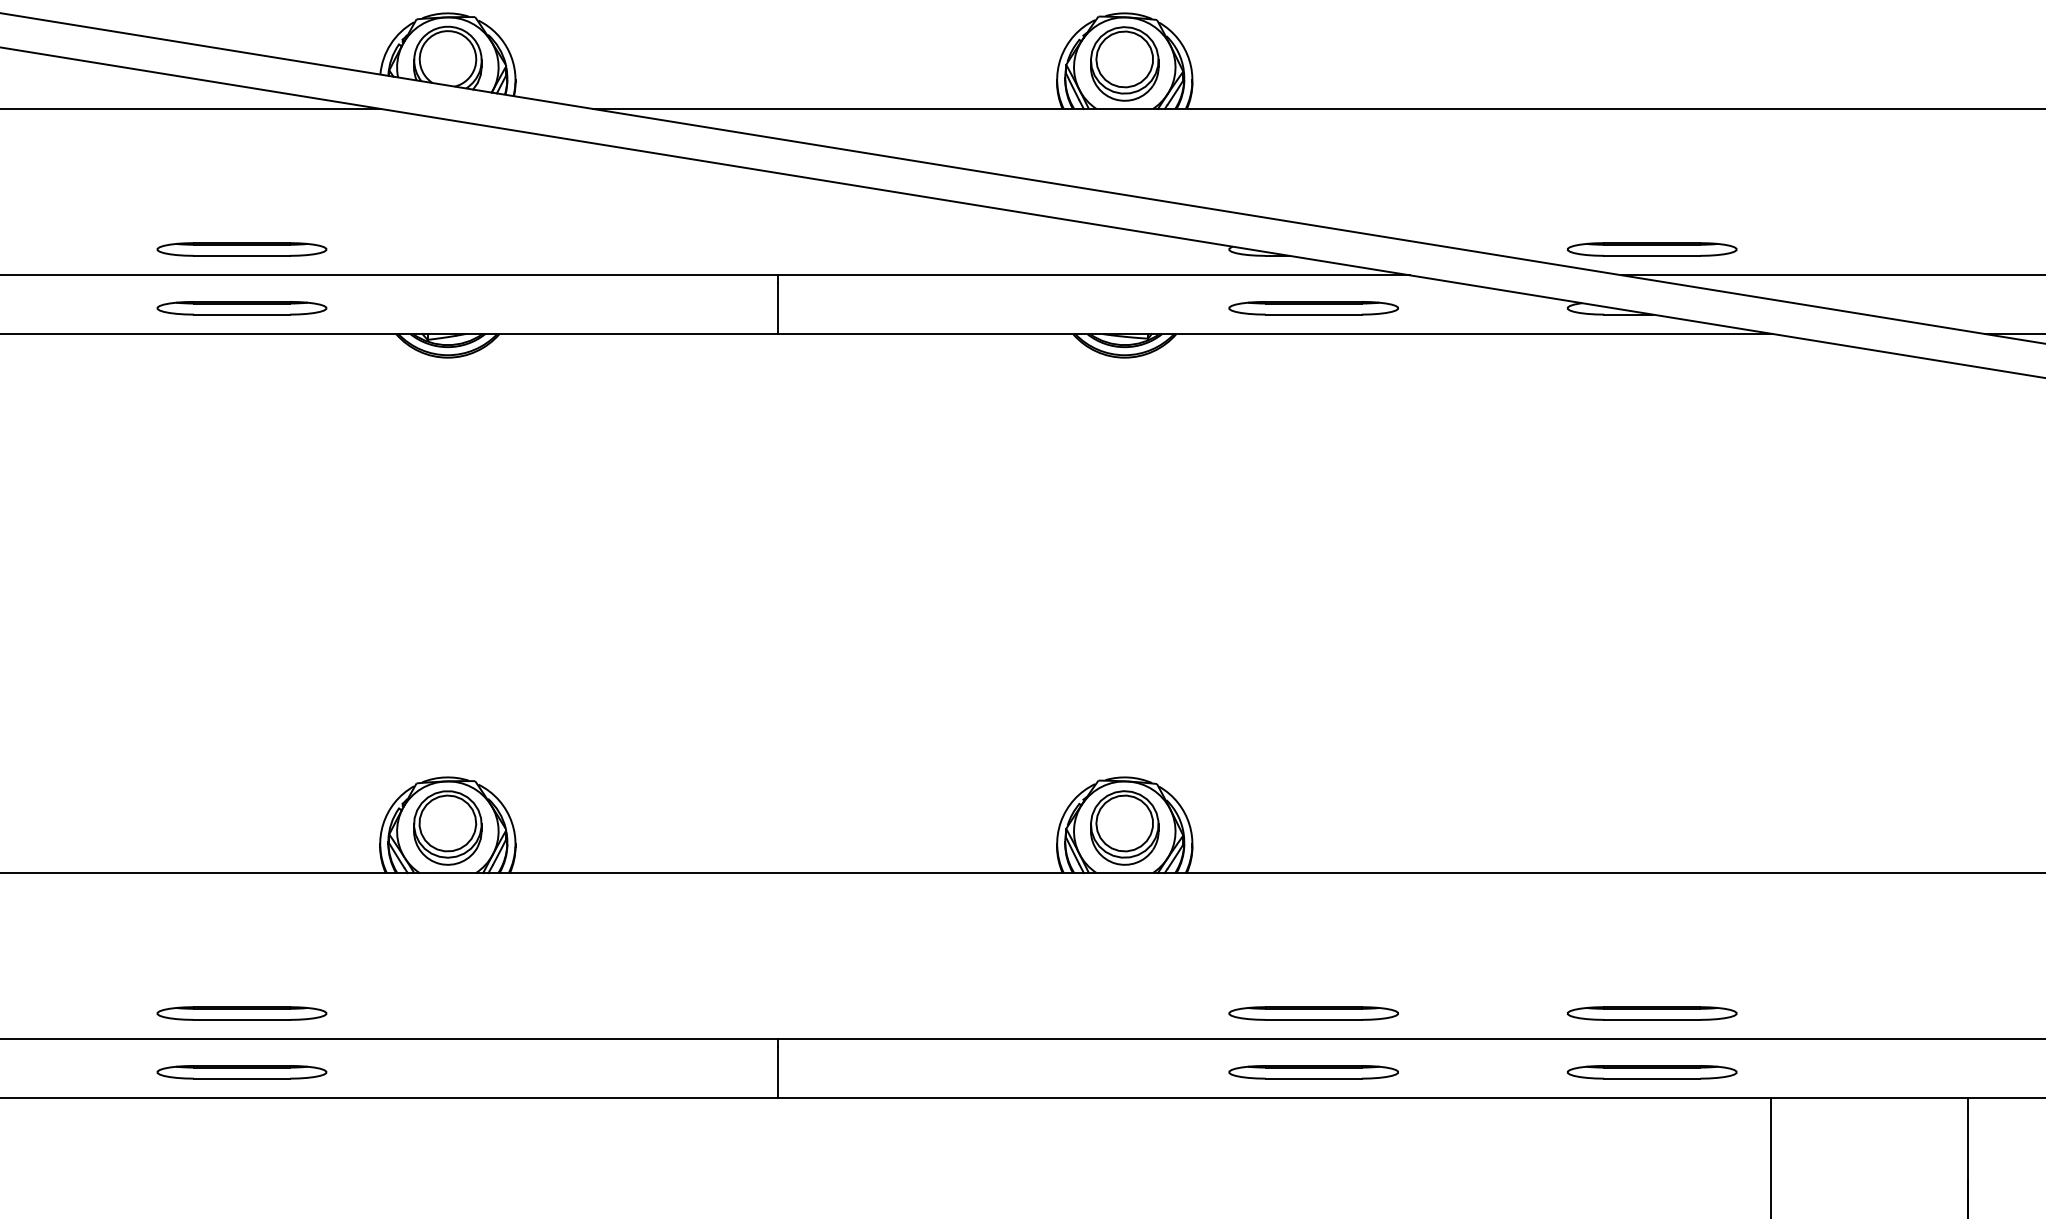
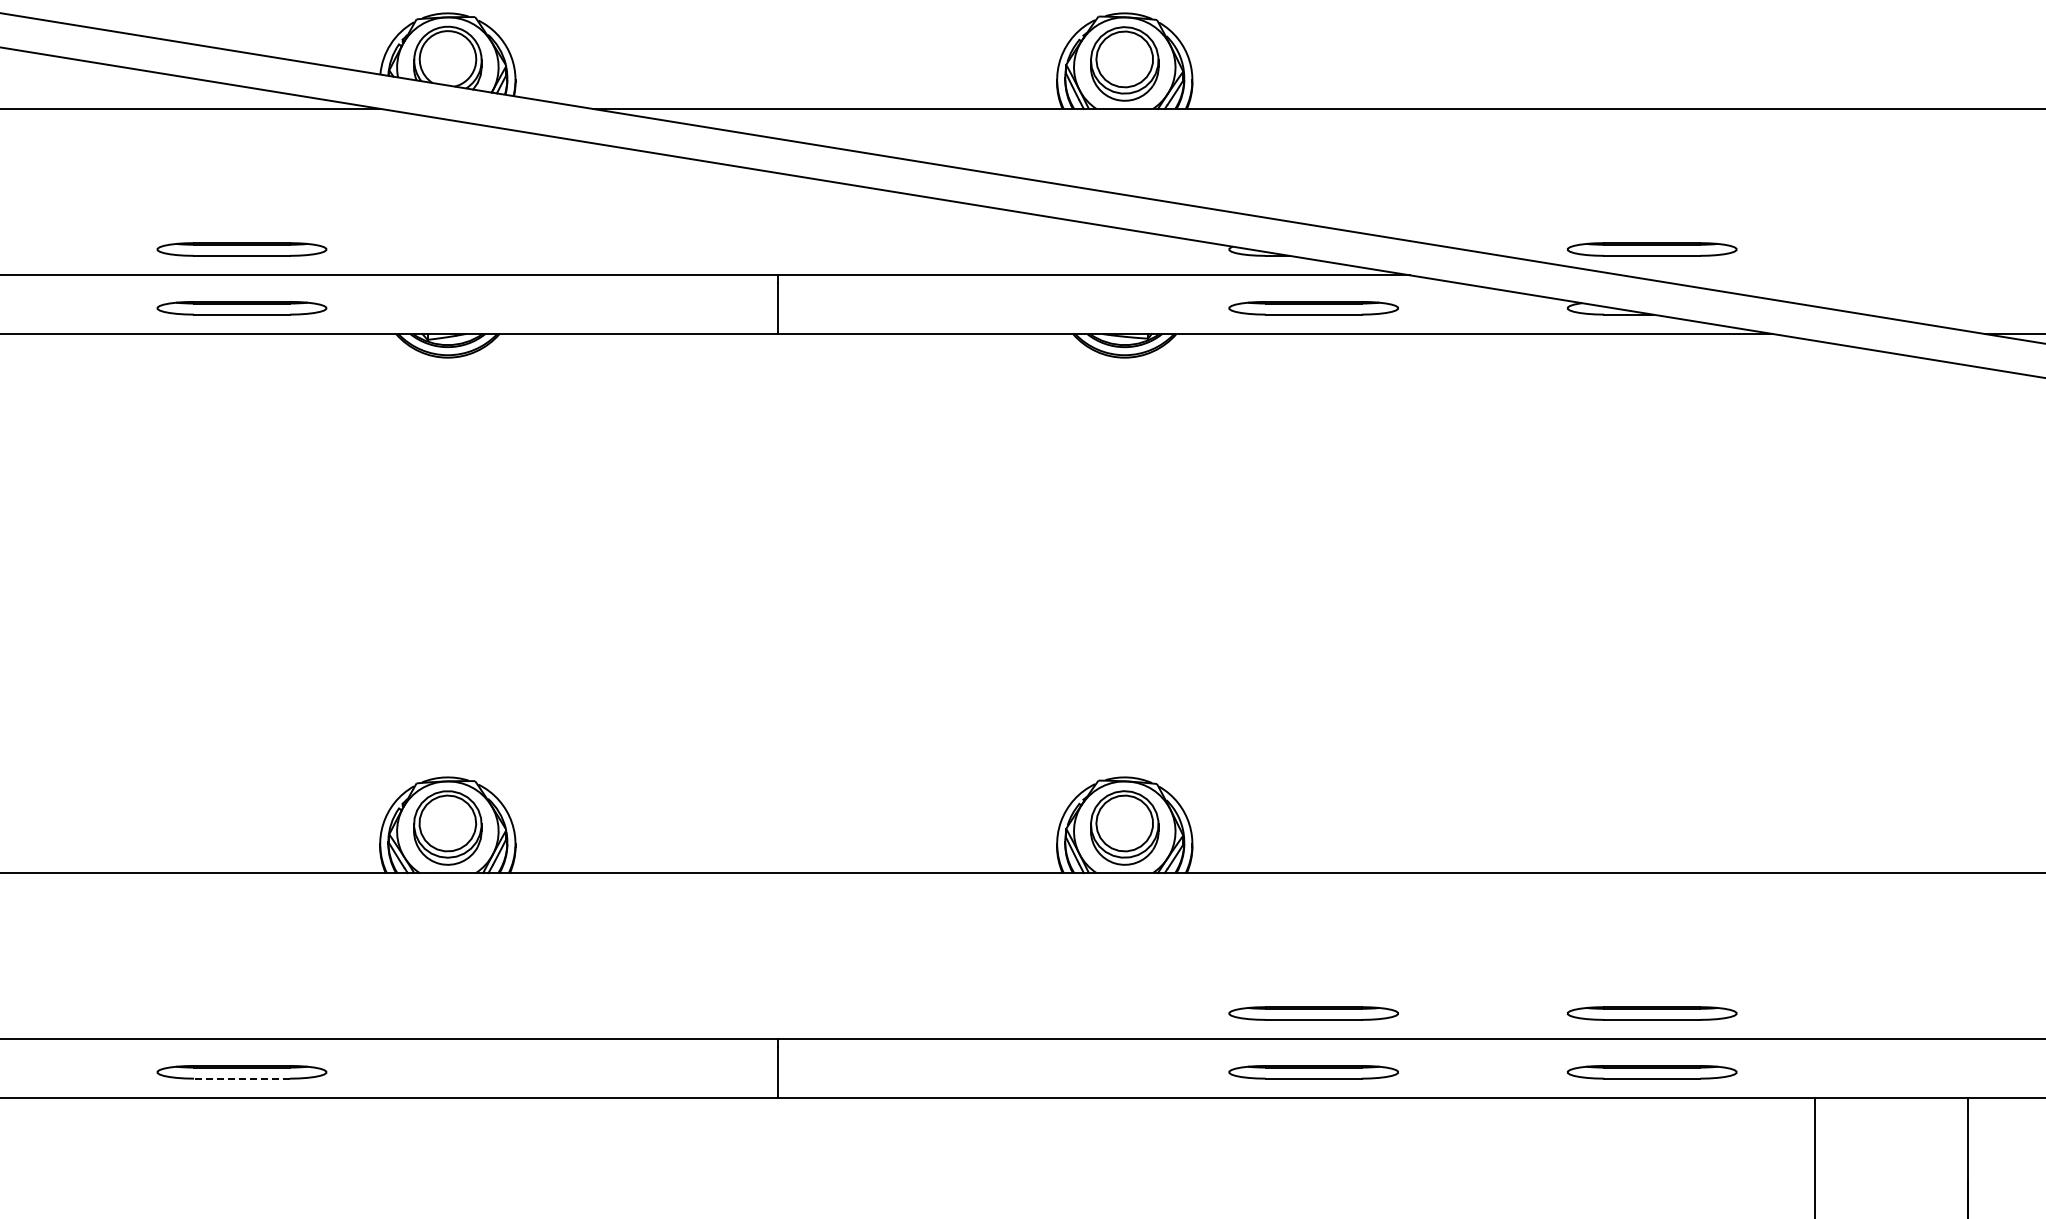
line at (1831, 275): present -> none
part at (241, 1013): present -> none
line at (241, 1078): solid -> dashed
line at (1770, 1156) position: (1770, 1156) -> (1814, 1156)
